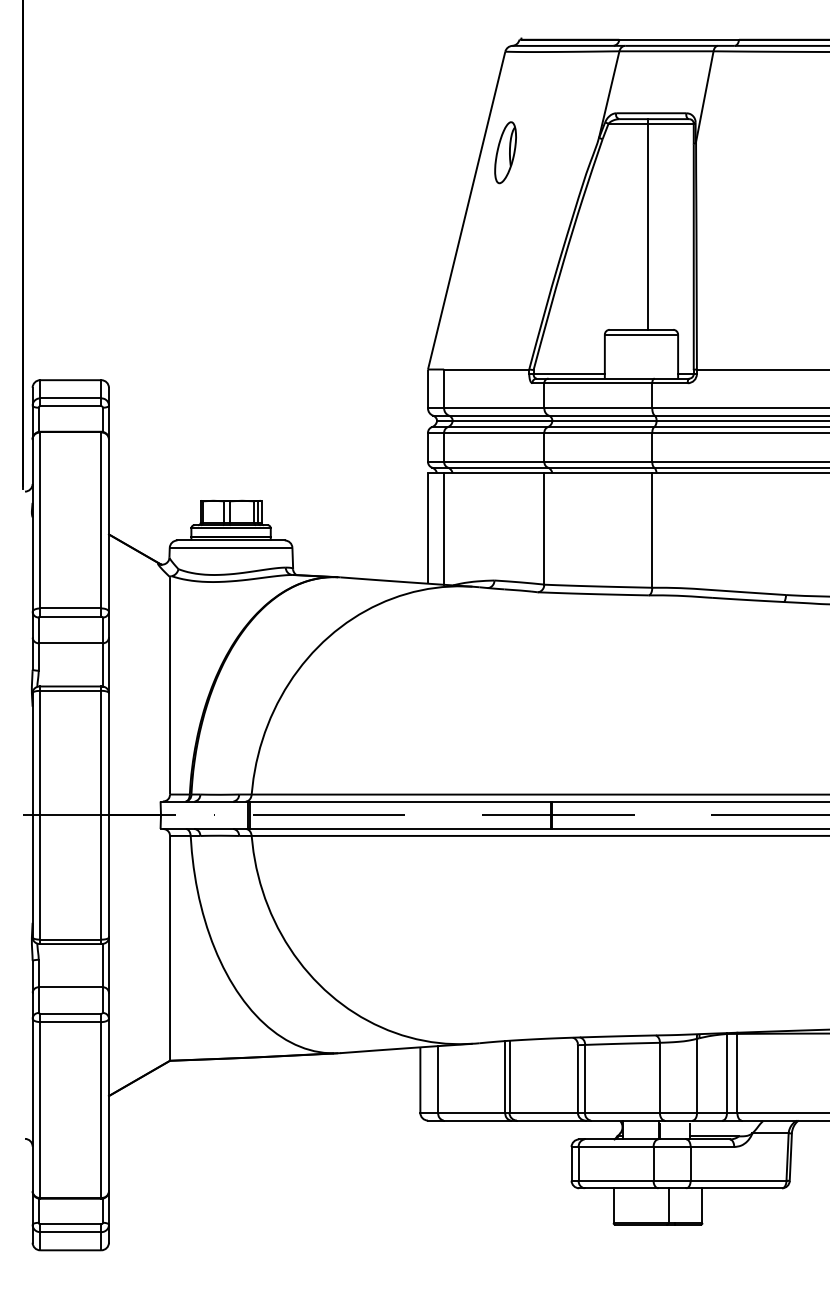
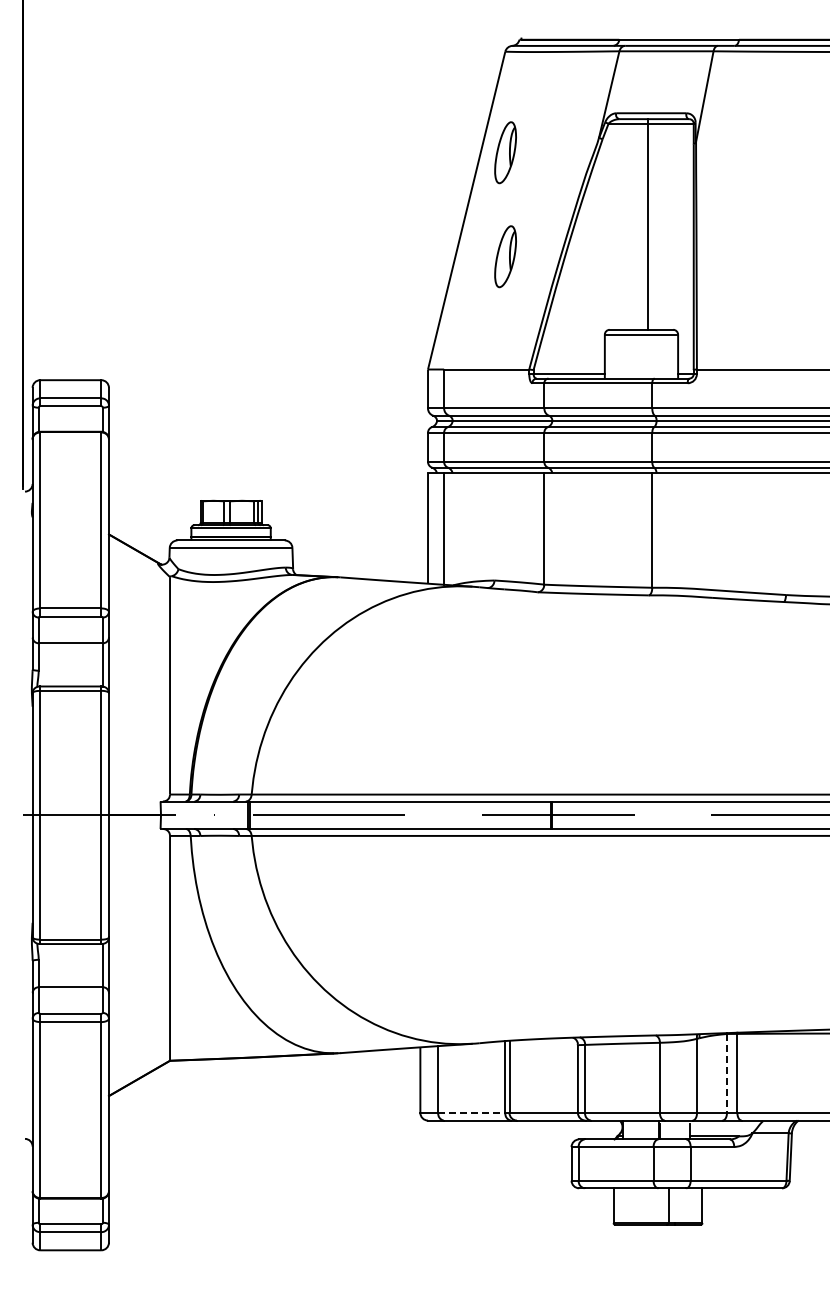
part at (505, 256): none -> present
line at (726, 1073): solid -> dashed
line at (471, 1112): solid -> dashed
